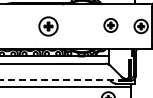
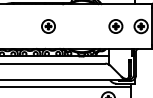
part at (110, 25) position: (110, 25) -> (115, 26)
part at (48, 26) size: 21x21 px -> 15x15 px
line at (62, 79): dashed -> solid
